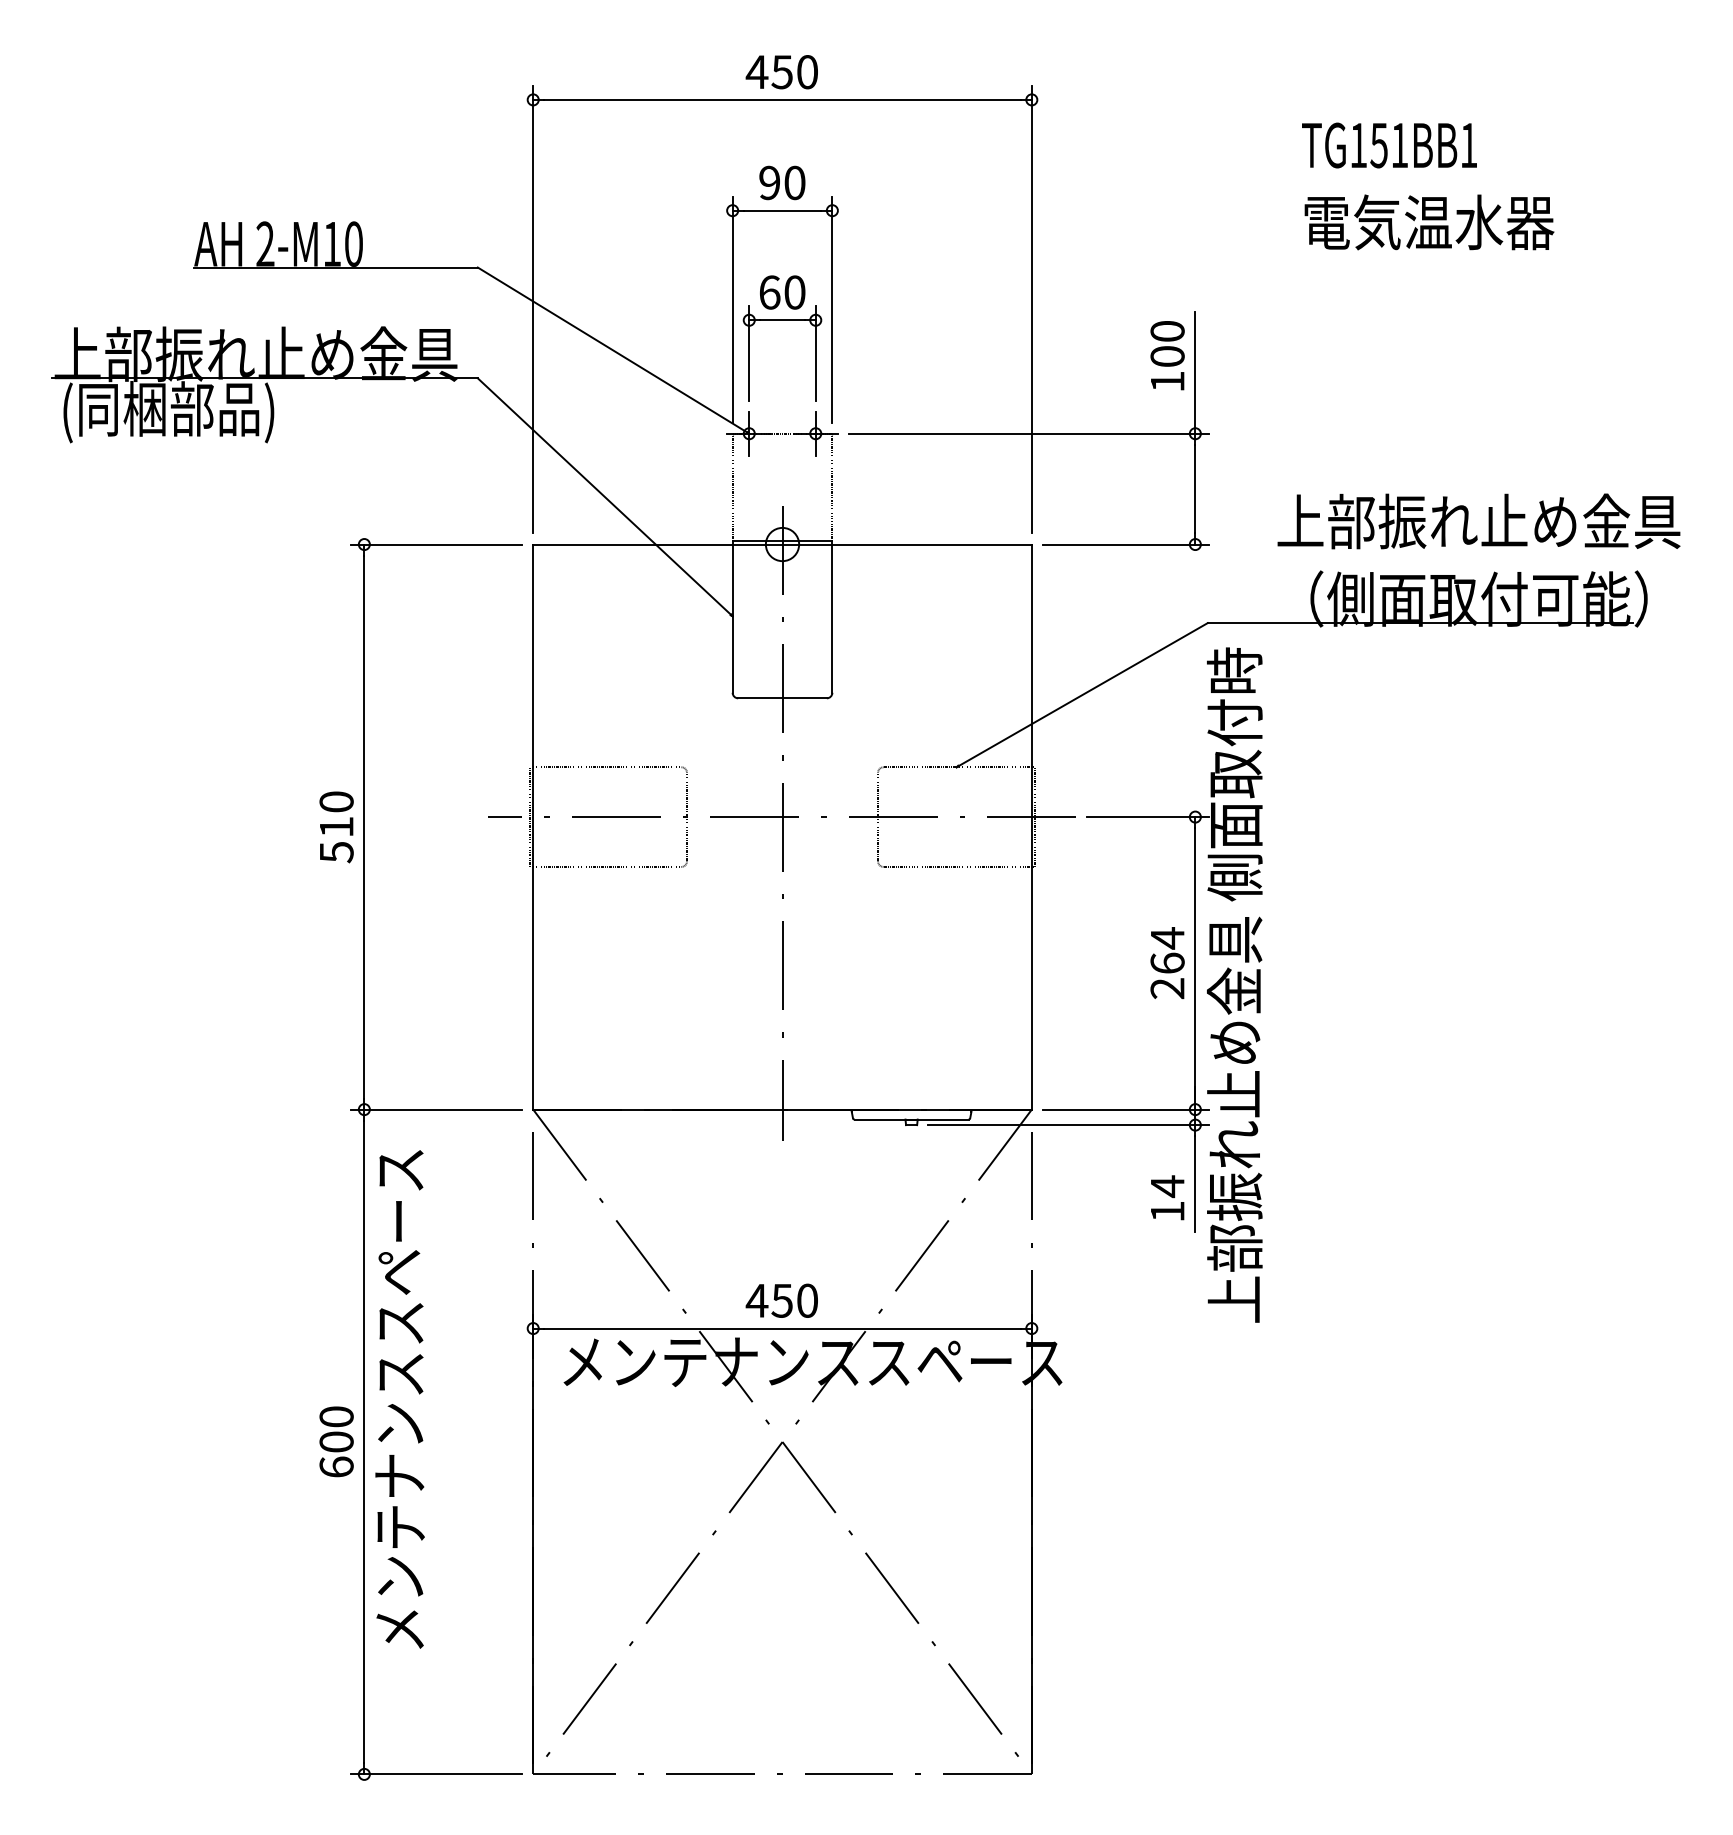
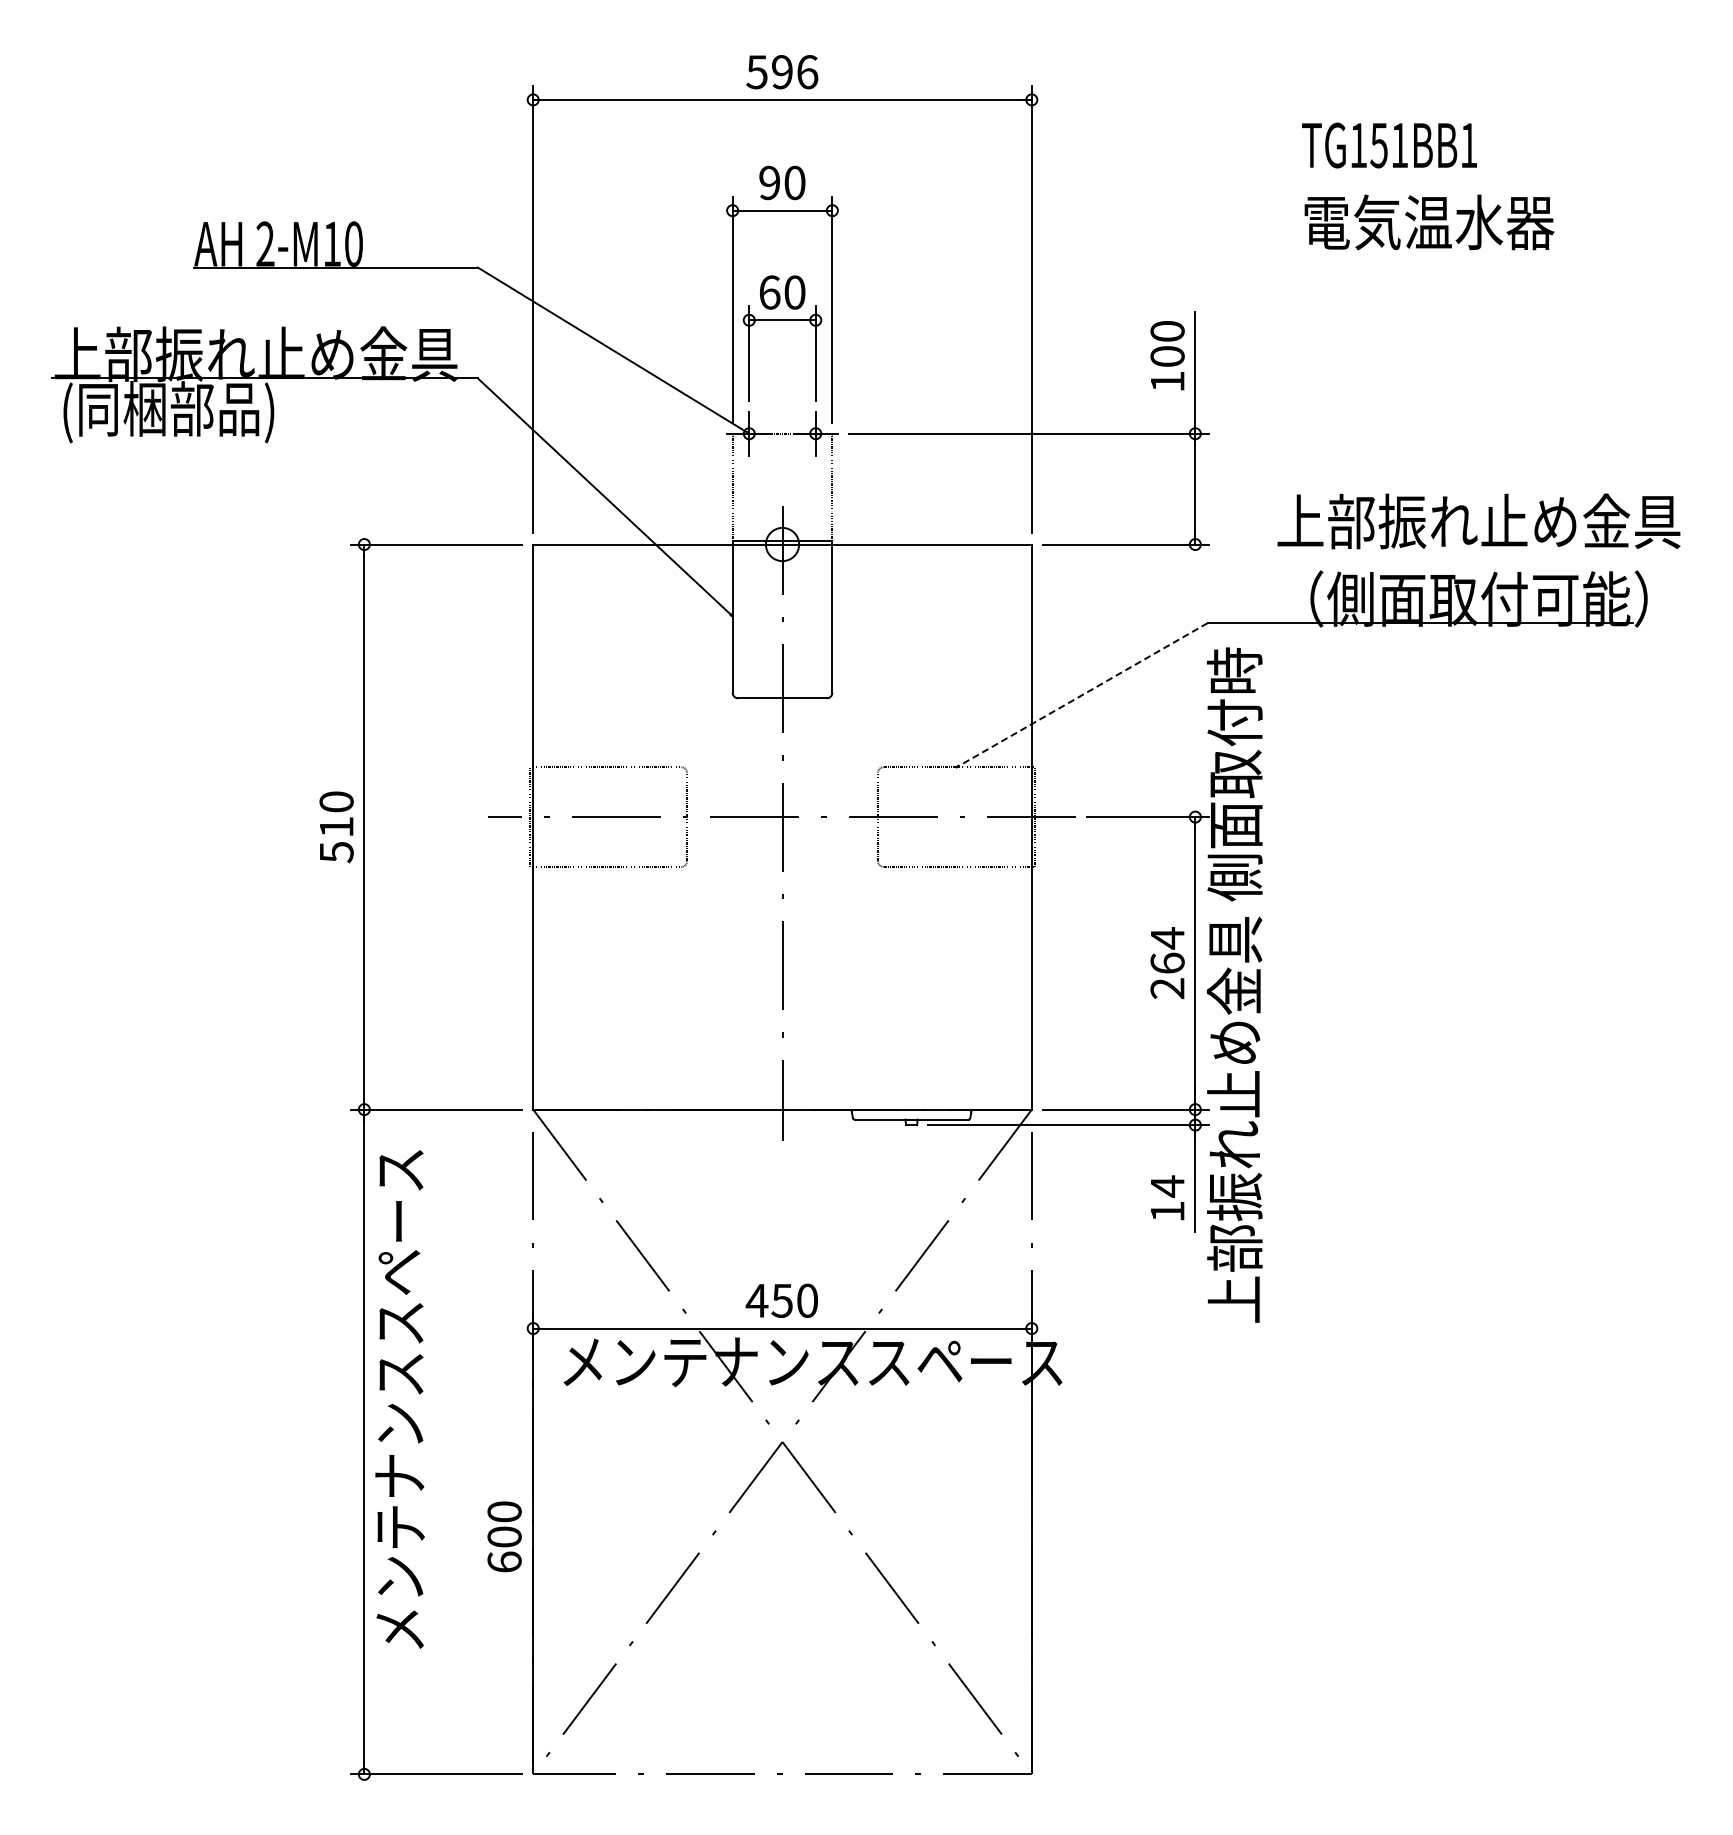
text at (781, 72): 450 -> 596
line at (1082, 695): solid -> dashed
text at (336, 1441) position: (336, 1441) -> (504, 1536)
